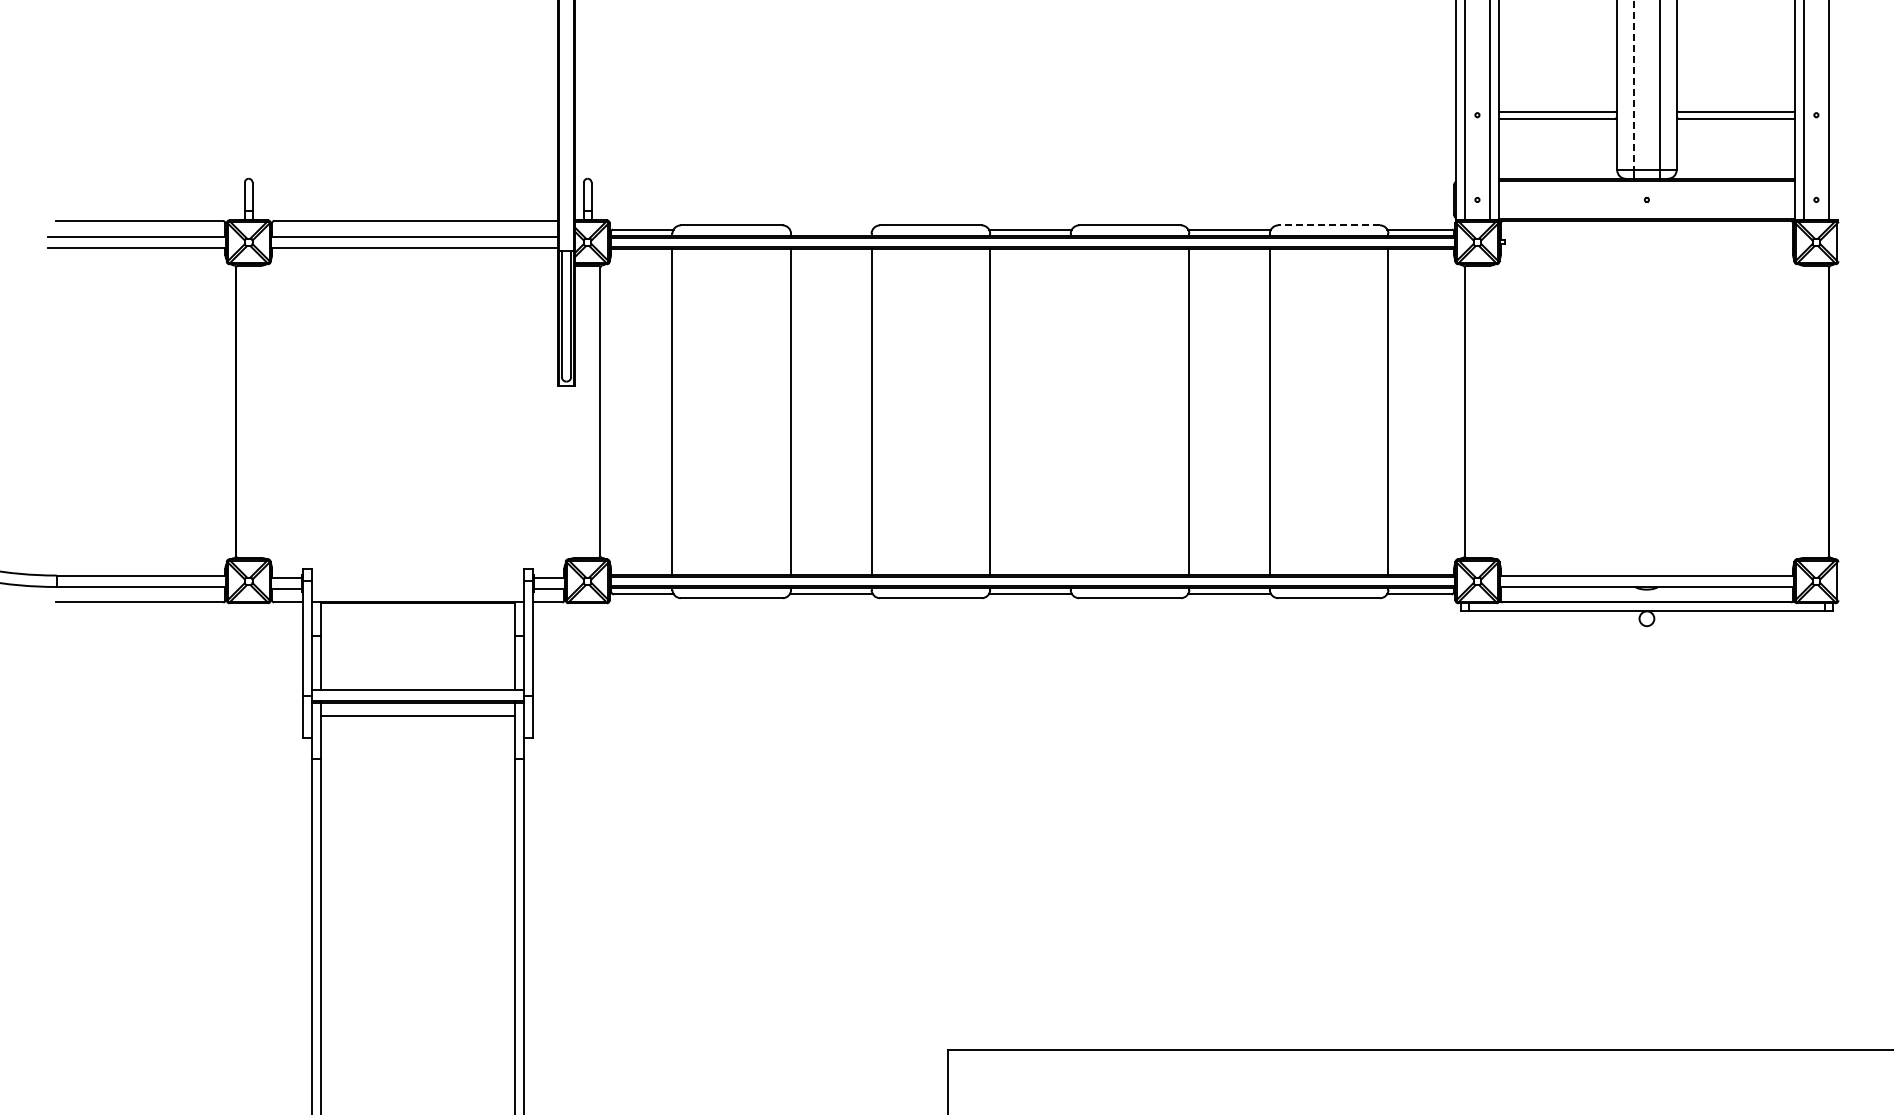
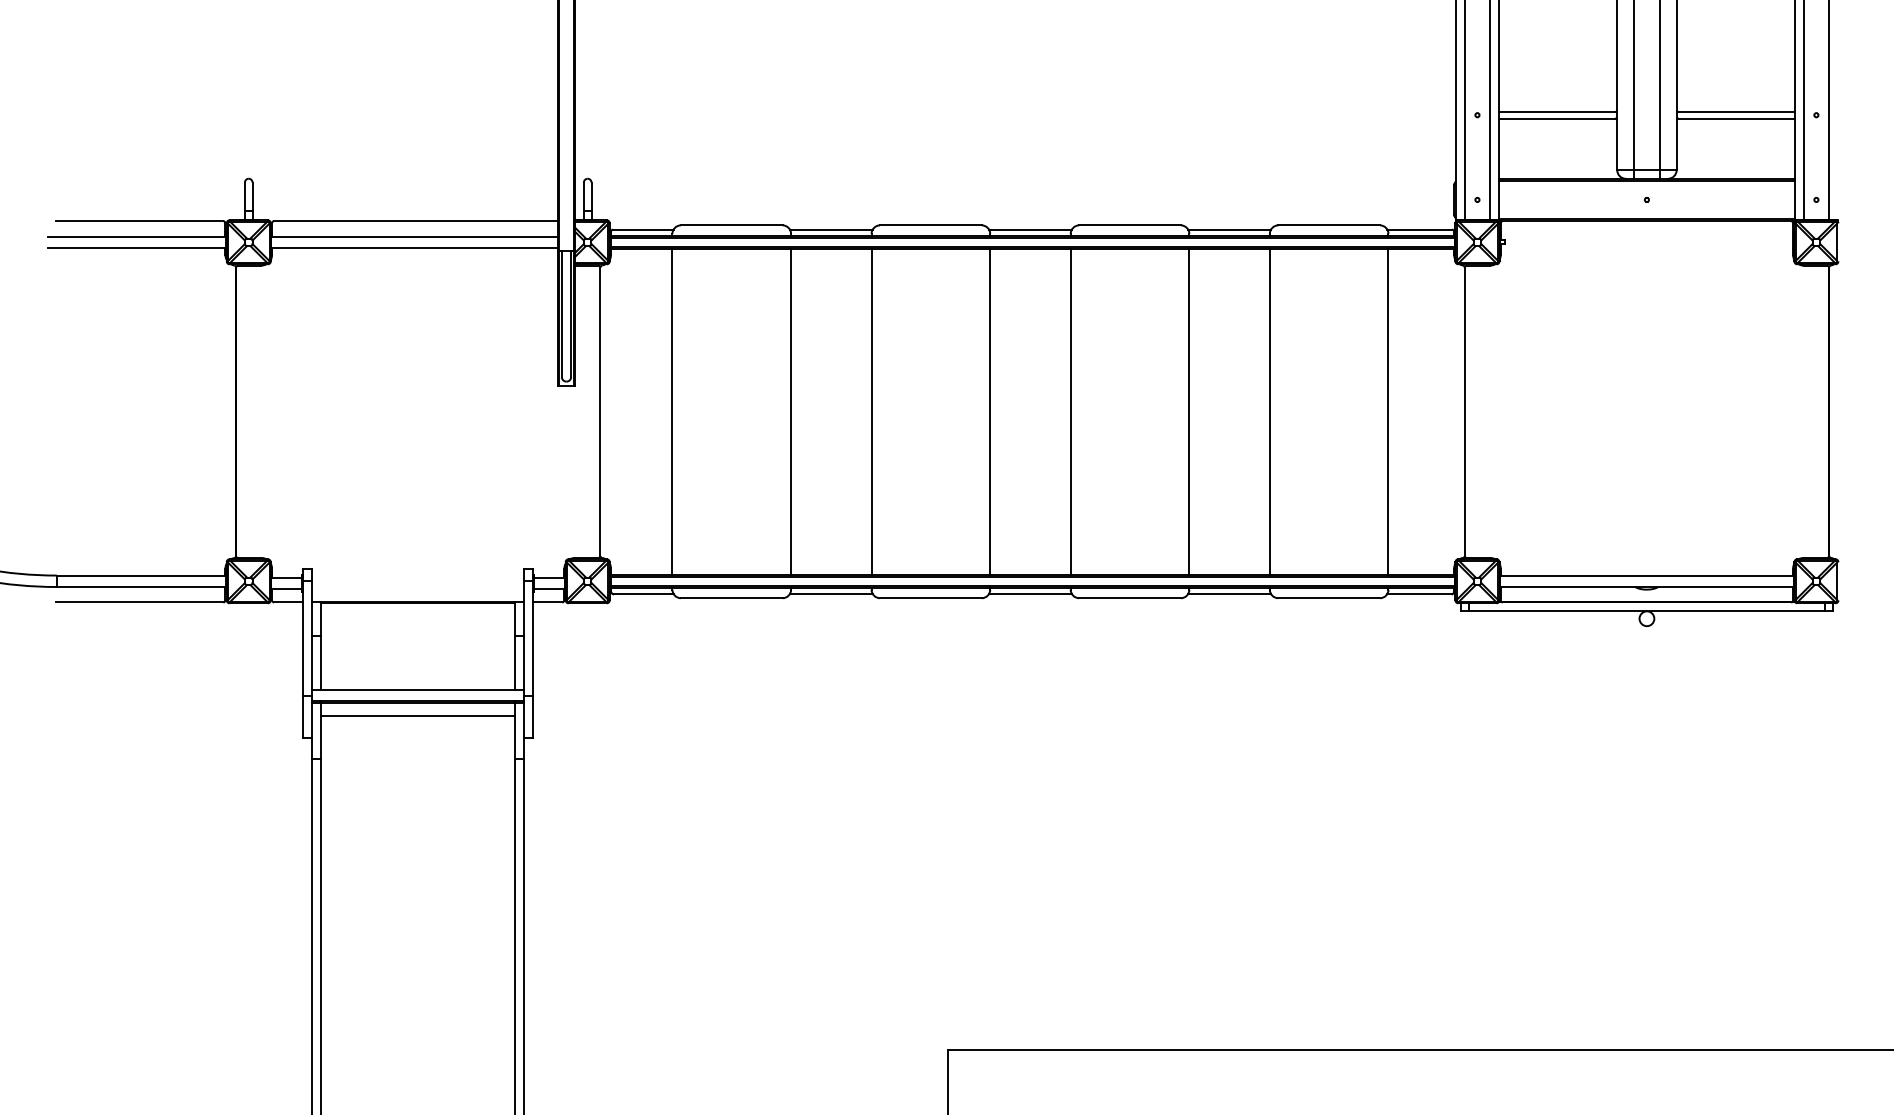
line at (1634, 85): dashed -> solid
line at (1329, 225): dashed -> solid
line at (830, 229): none -> present
line at (1070, 411): none -> present
